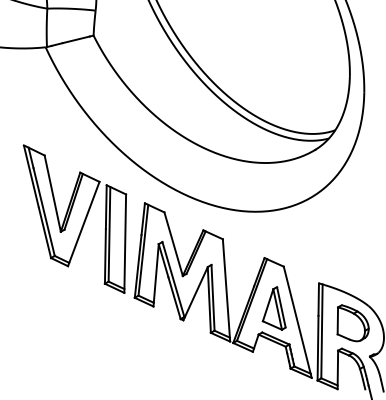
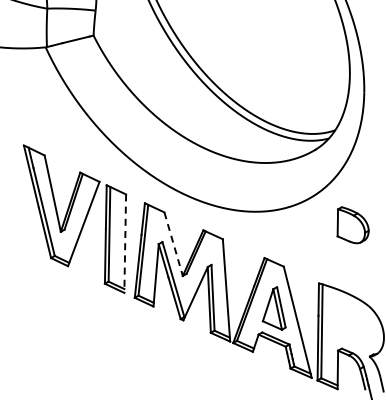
line at (125, 244): solid -> dashed
line at (173, 244): solid -> dashed
part at (352, 323) position: (352, 323) -> (352, 225)
